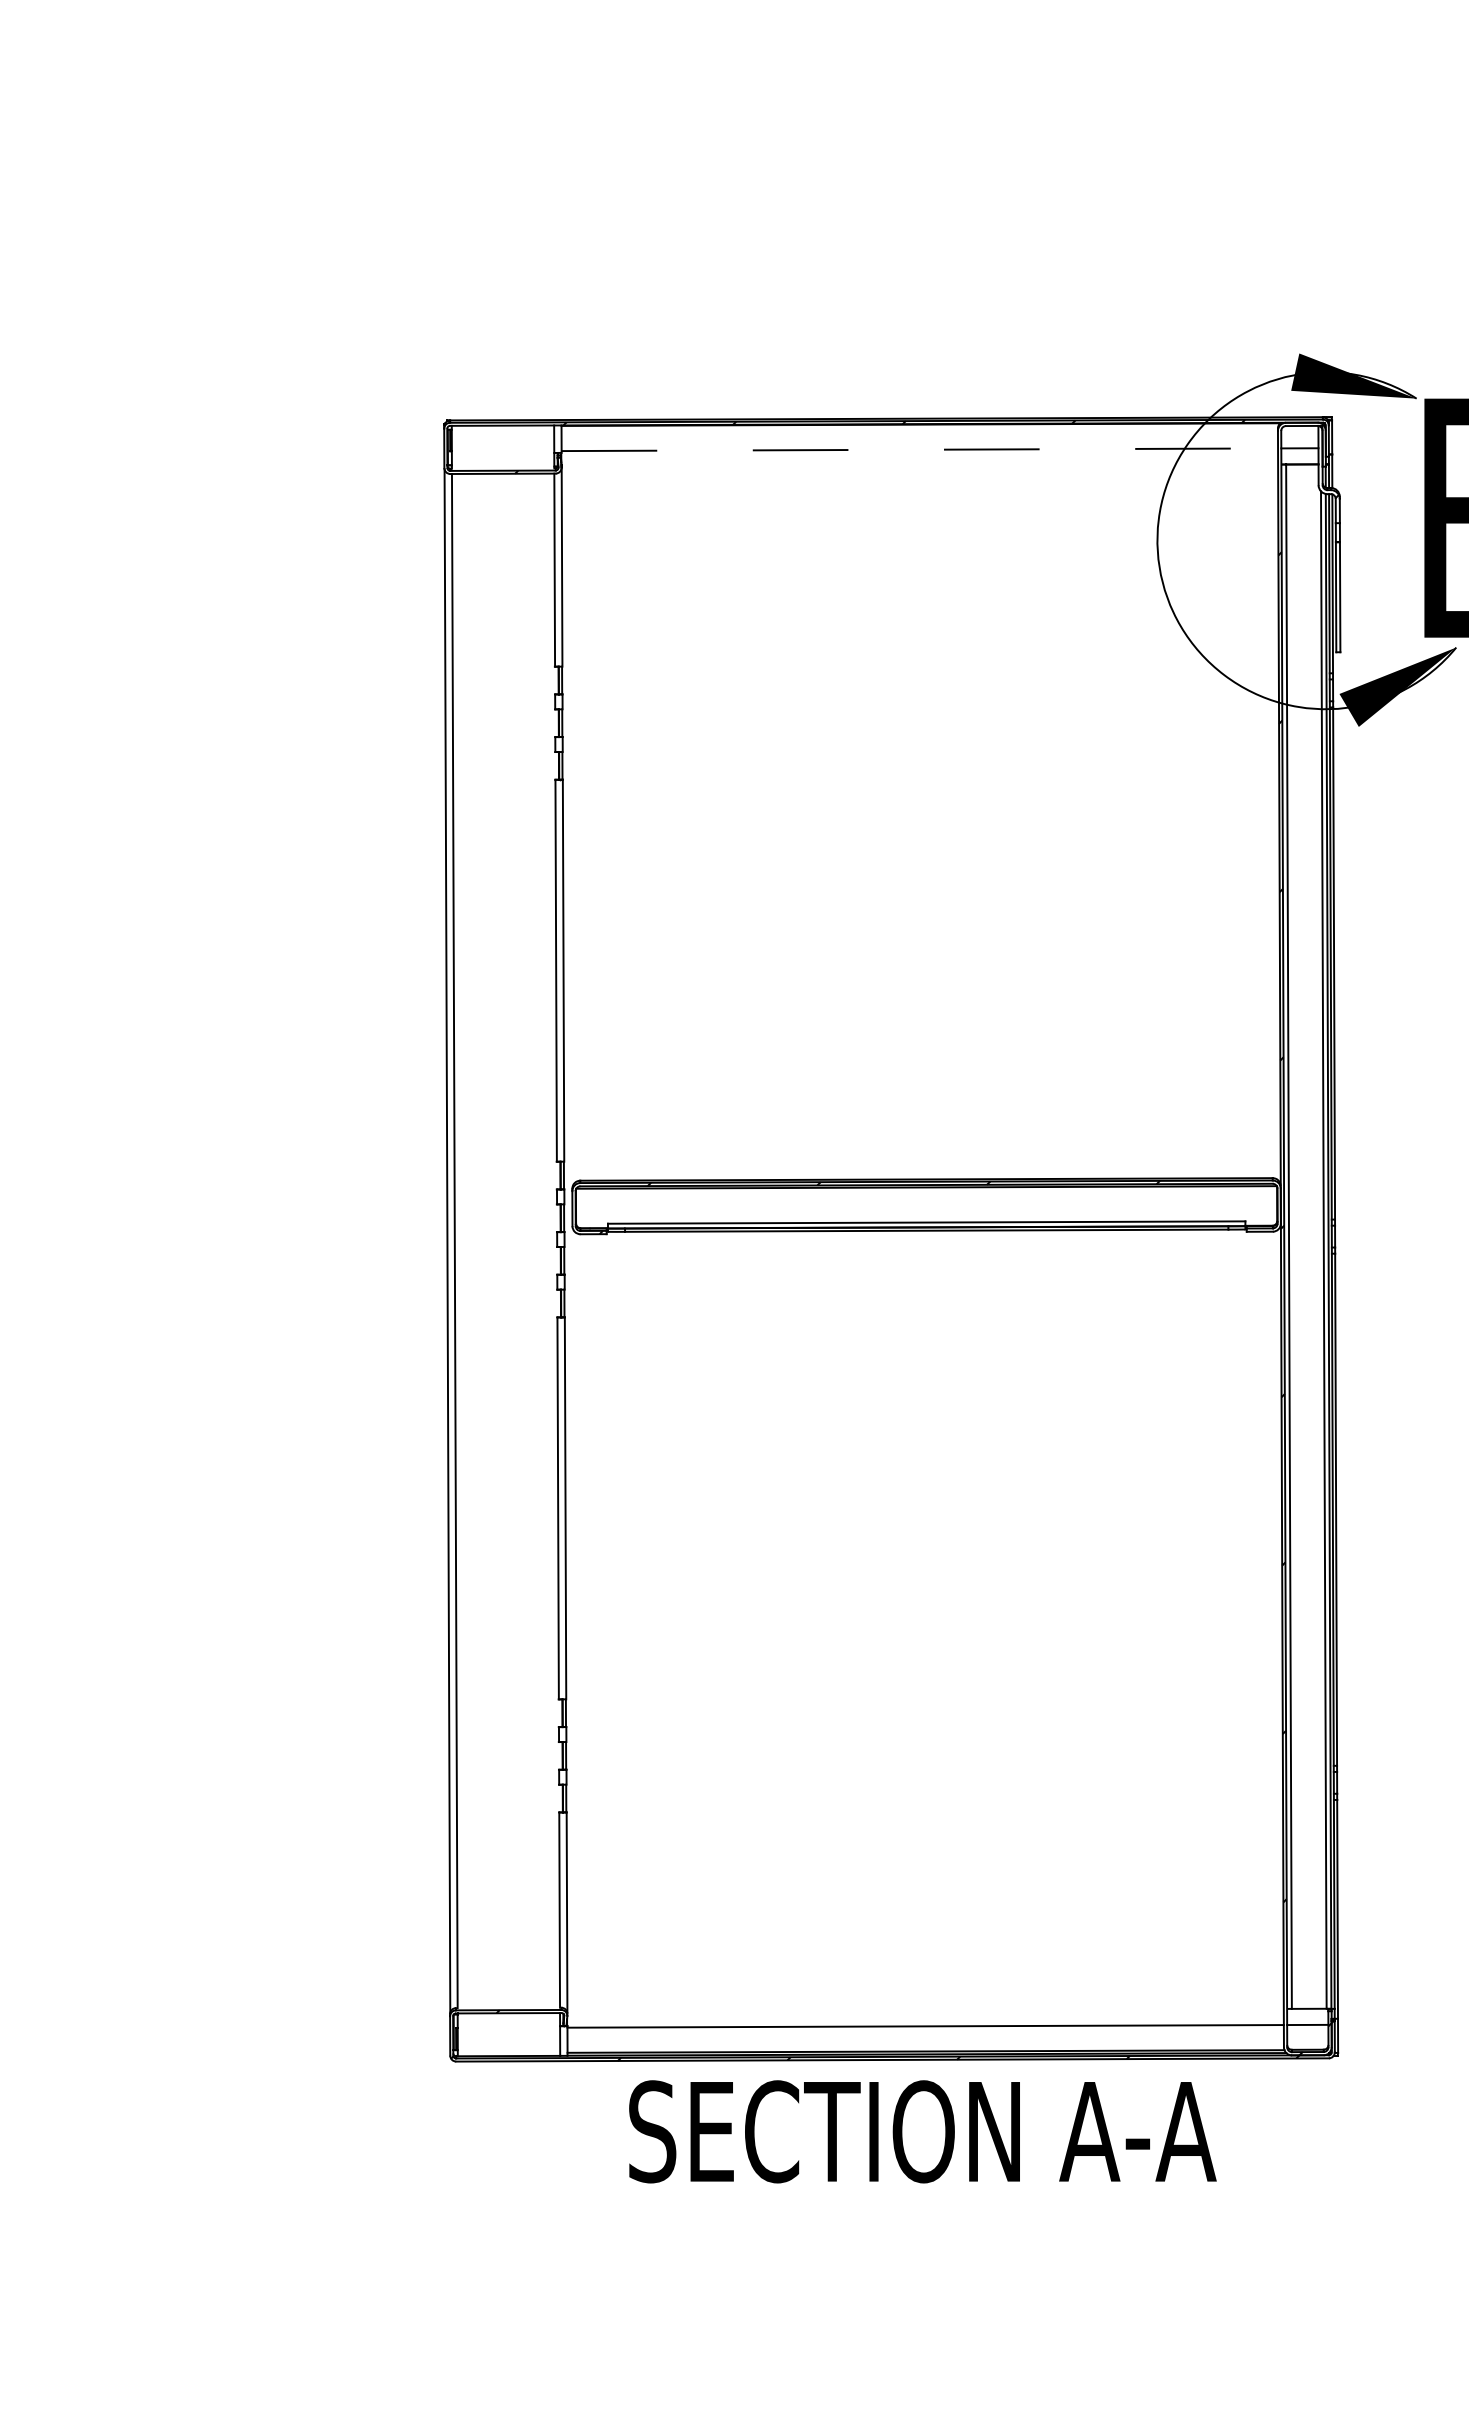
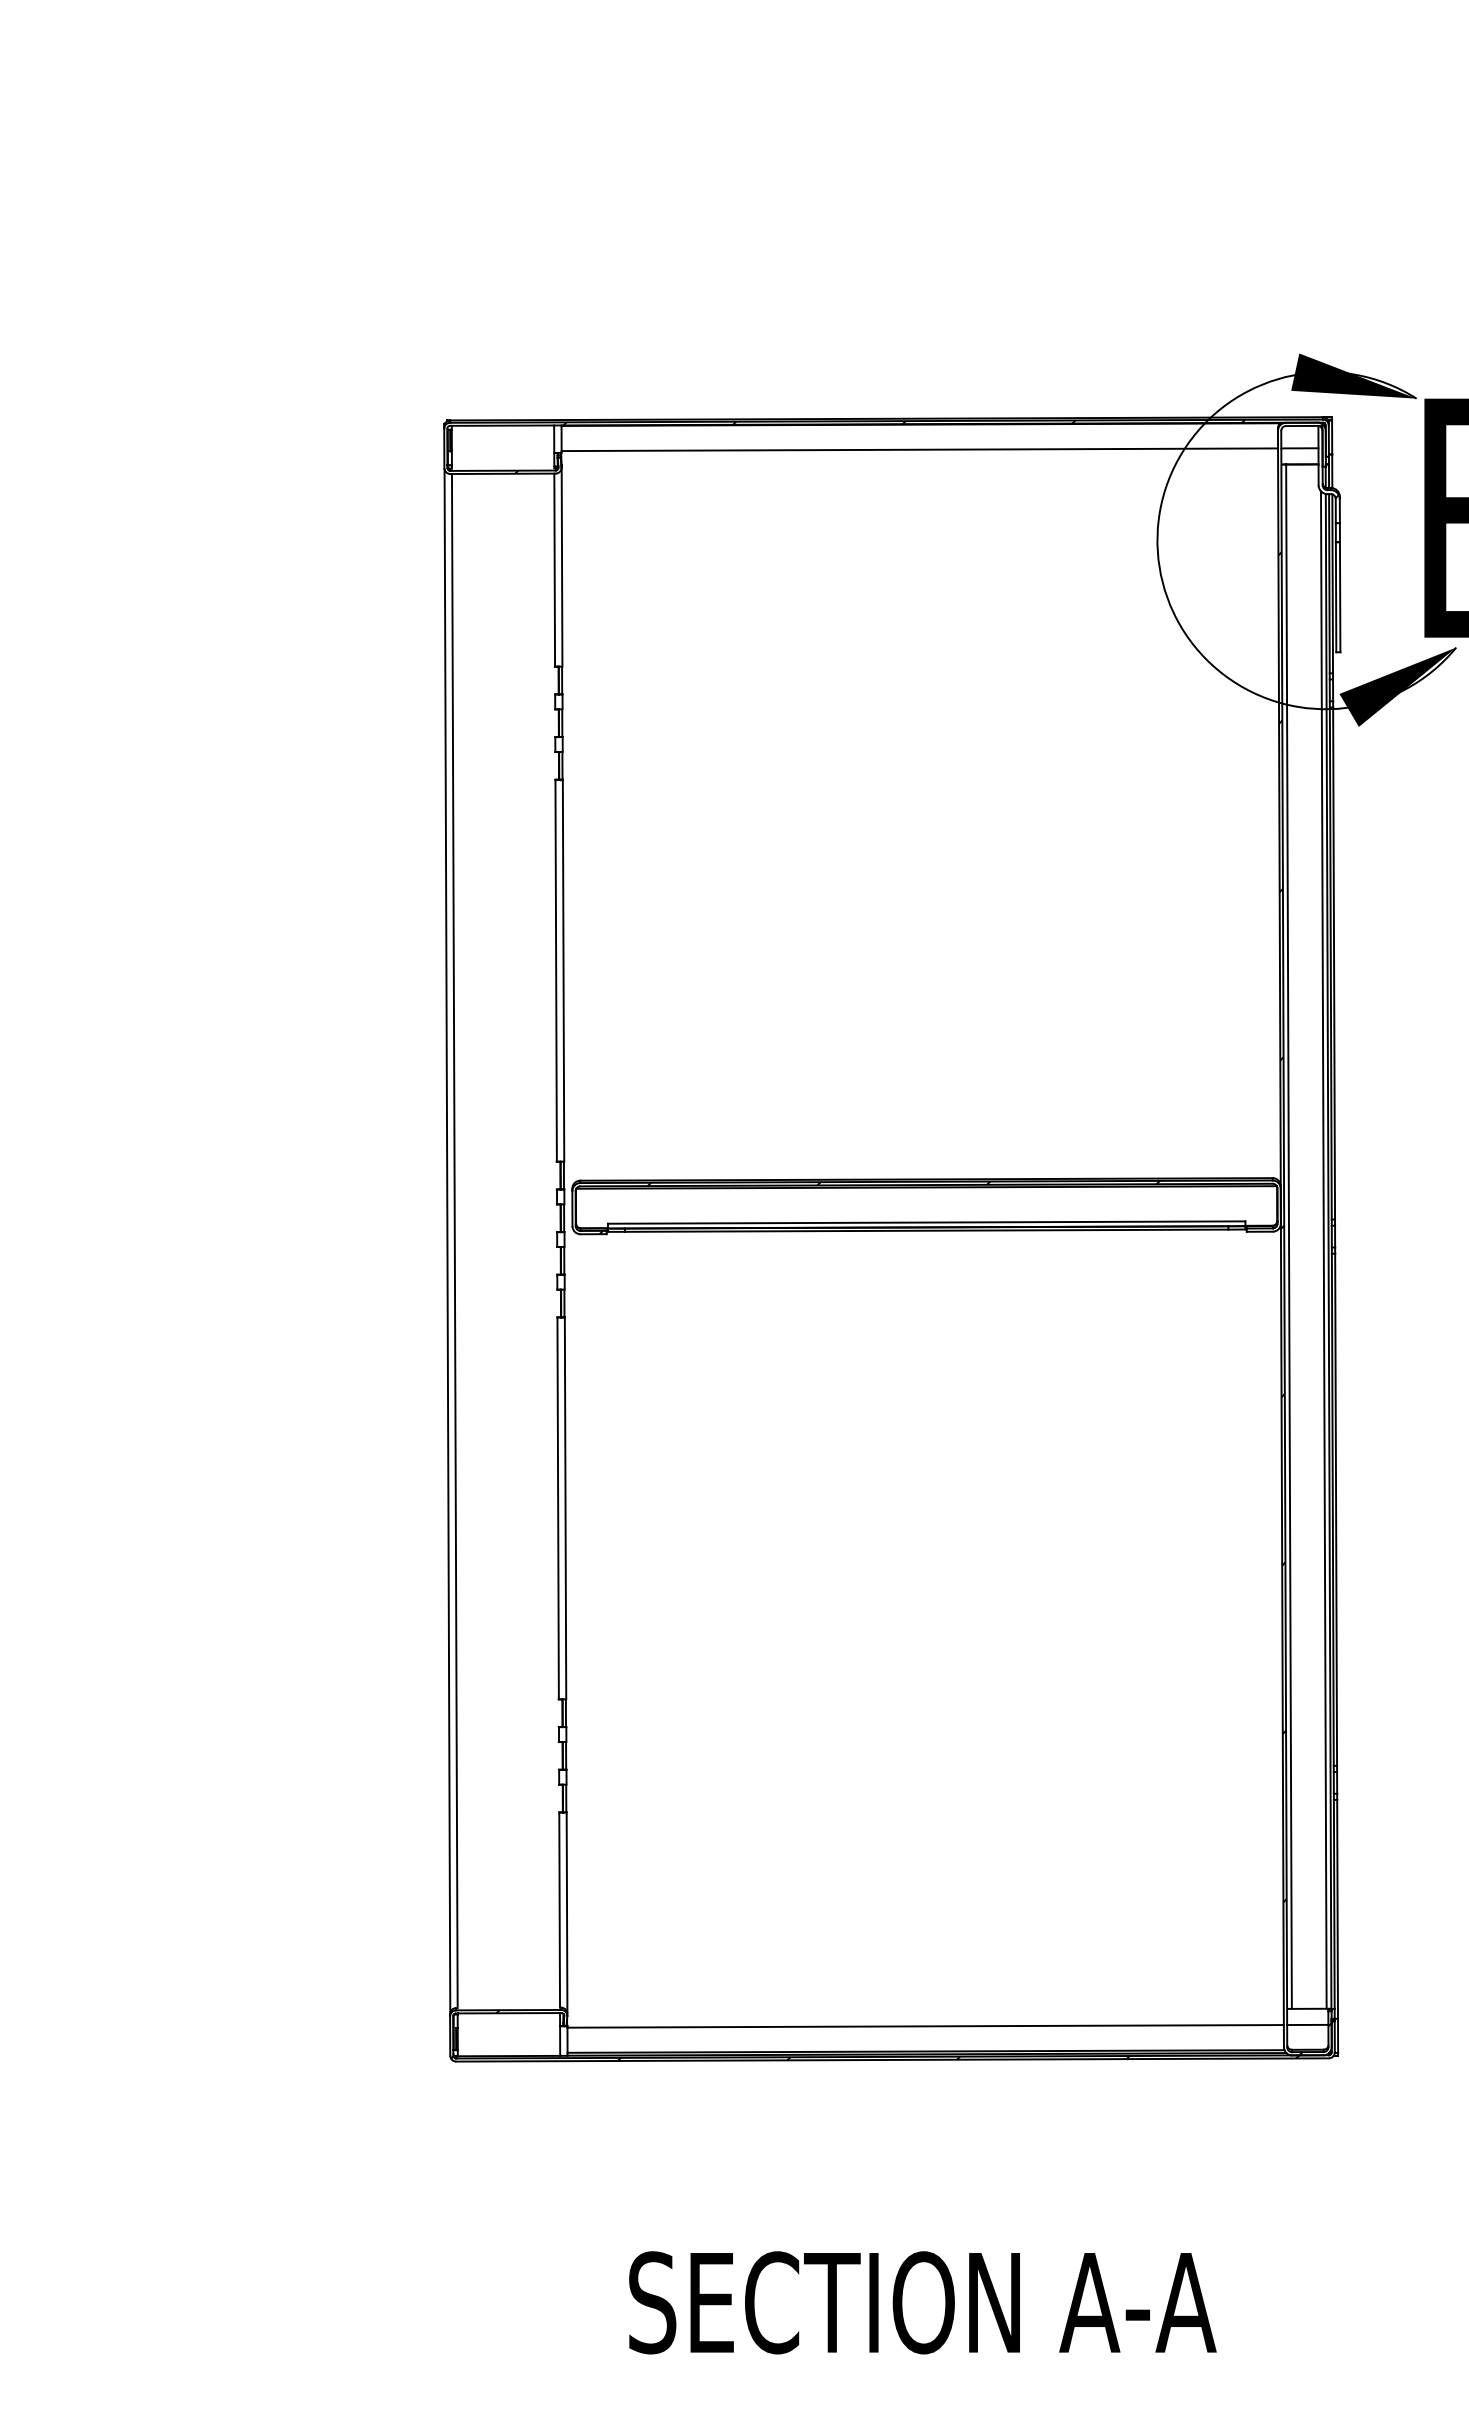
line at (920, 449): dashed -> solid
text at (922, 2131) position: (922, 2131) -> (922, 2302)
